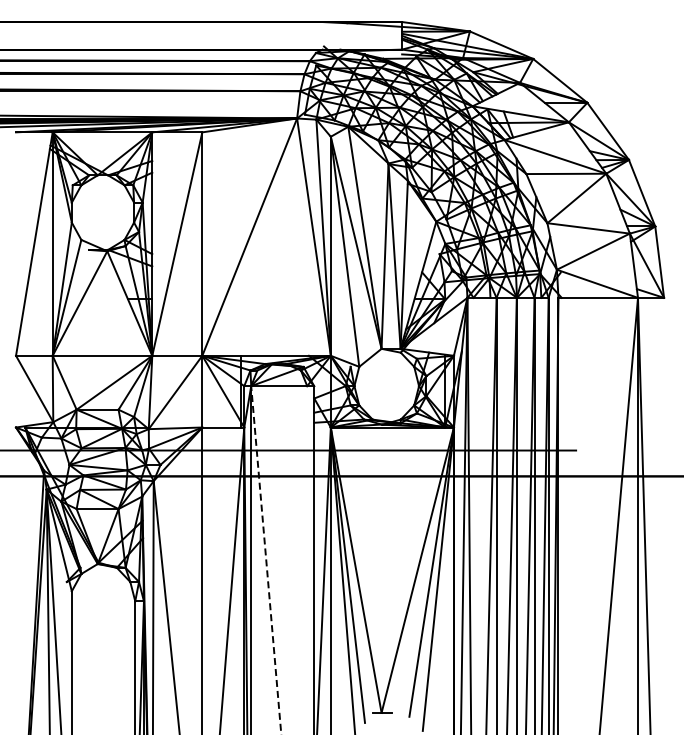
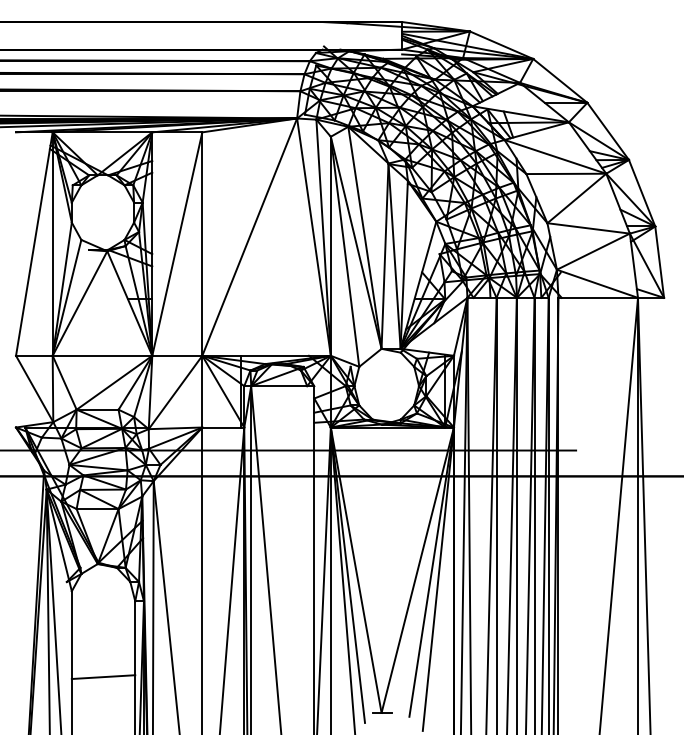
line at (266, 560): dashed -> solid
line at (103, 677): none -> present
